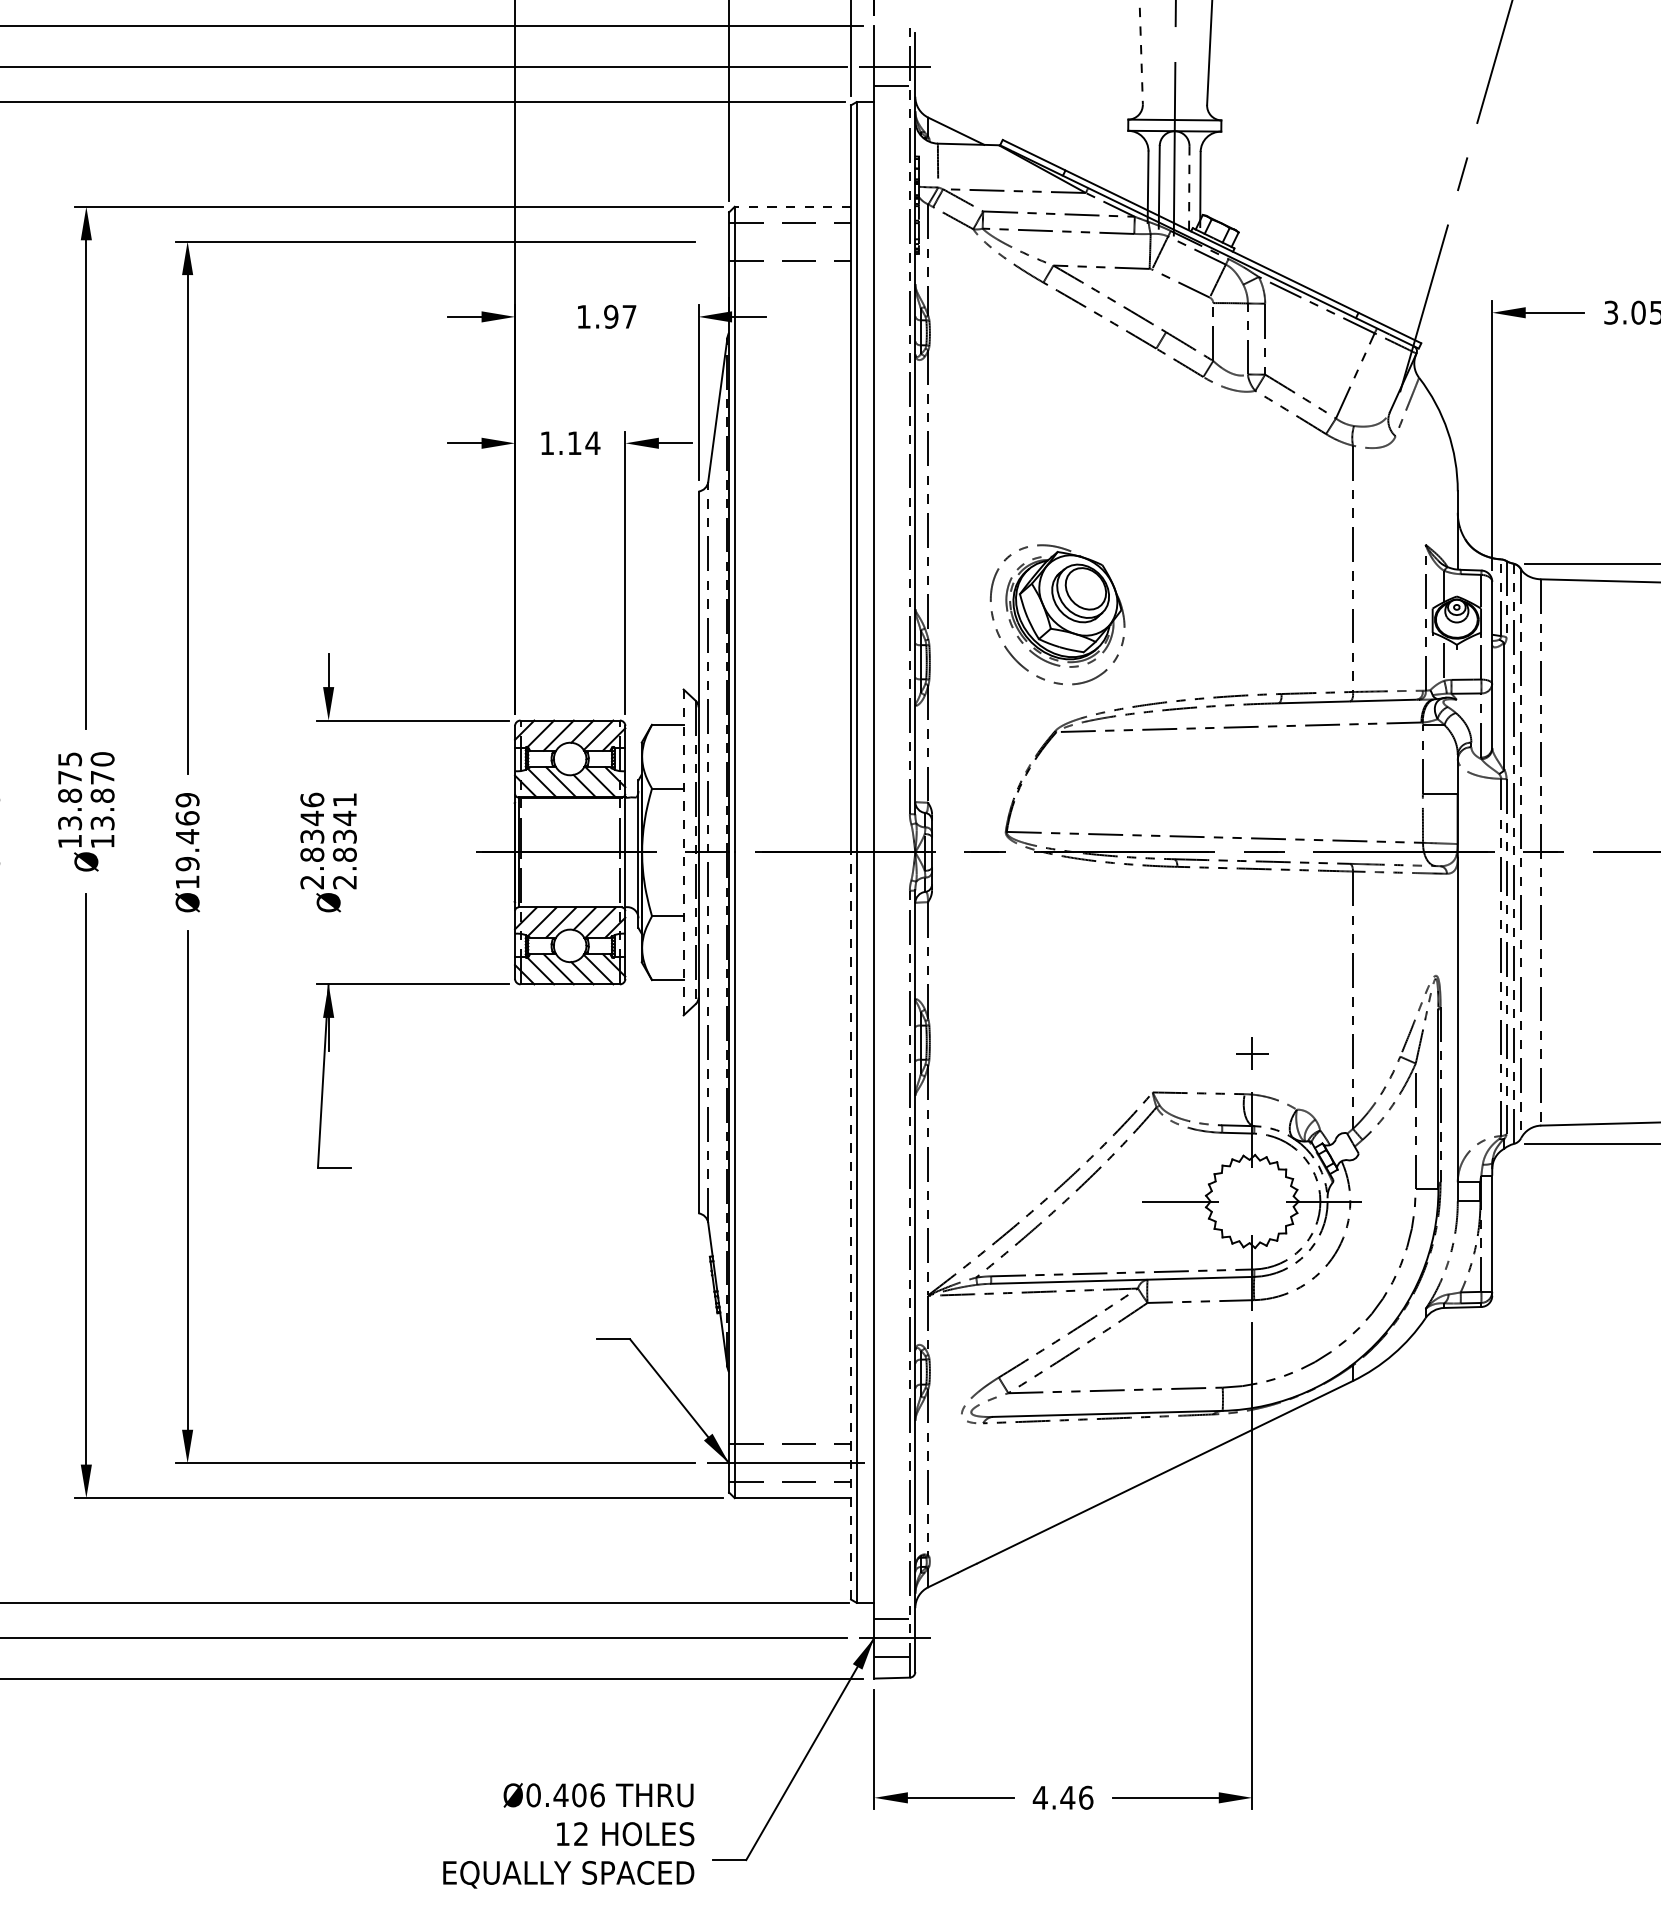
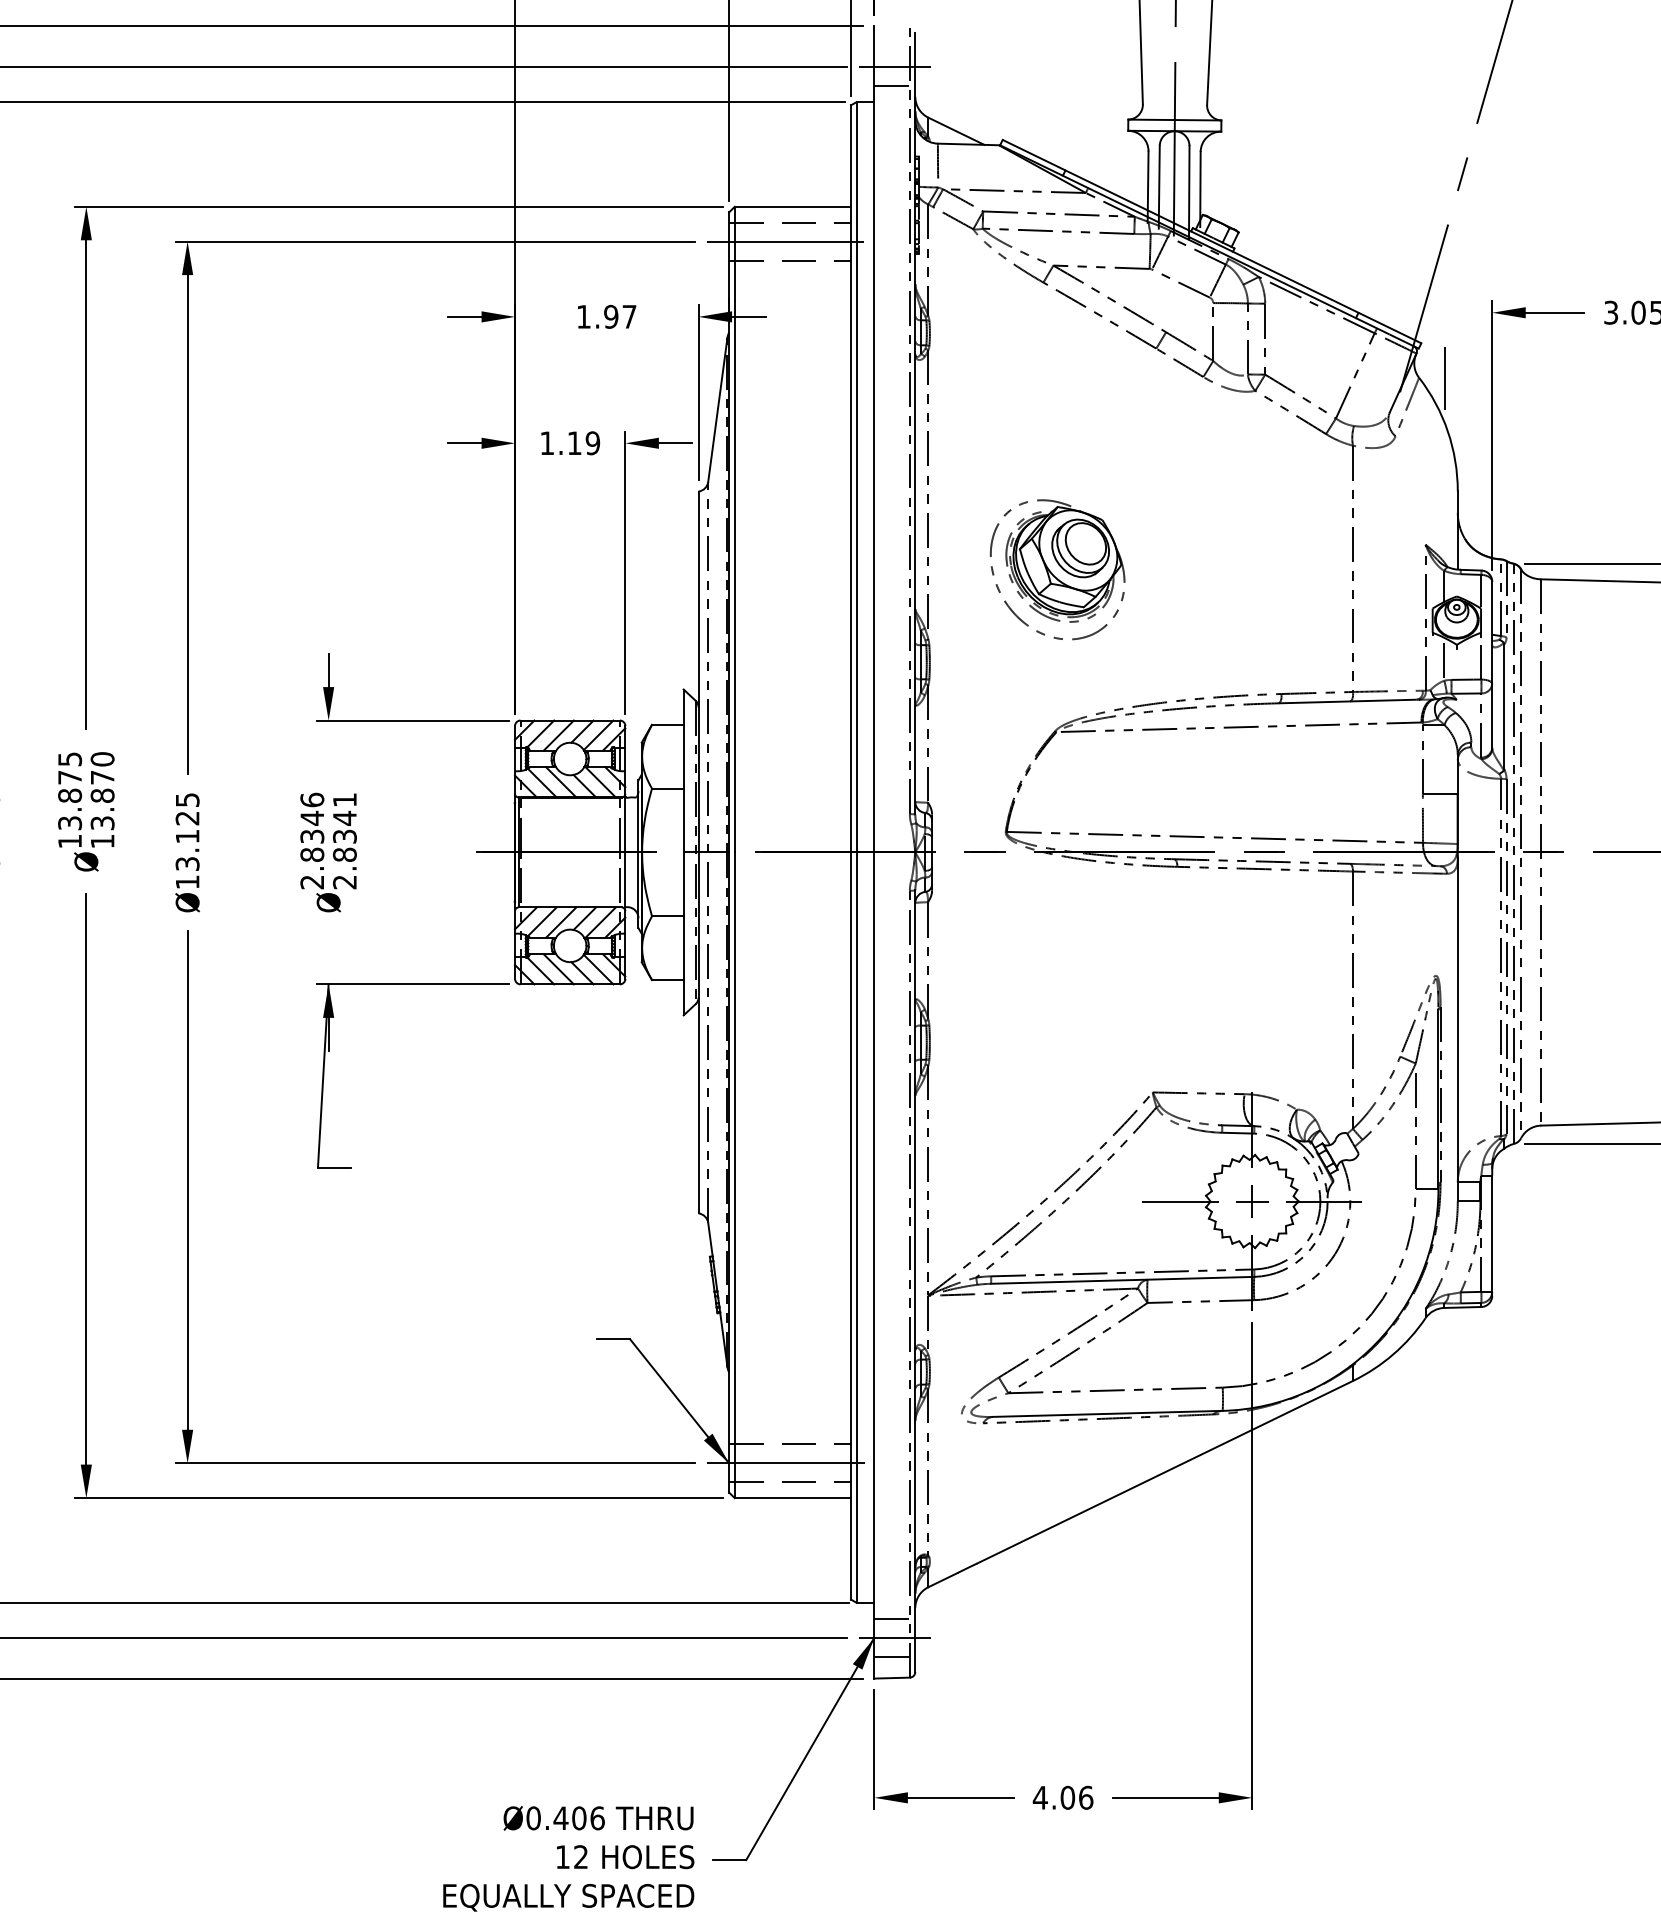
line at (1141, 52): dashed -> solid
line at (1189, 192): dashed -> solid
line at (792, 206): dashed -> solid
line at (785, 241): none -> present
line at (1444, 378): none -> present
text at (592, 443): 1.14 -> 1.19
part at (1057, 614) position: (1057, 614) -> (1057, 569)
text at (187, 832): Ø19.469 -> Ø13.125
line at (683, 852): dashed -> solid
part at (1252, 1053) position: (1252, 1053) -> (1252, 1201)
line at (851, 1226): dashed -> solid
text at (1067, 1797): 4.46 -> 4.06
text at (568, 1835) position: (568, 1835) -> (568, 1858)
